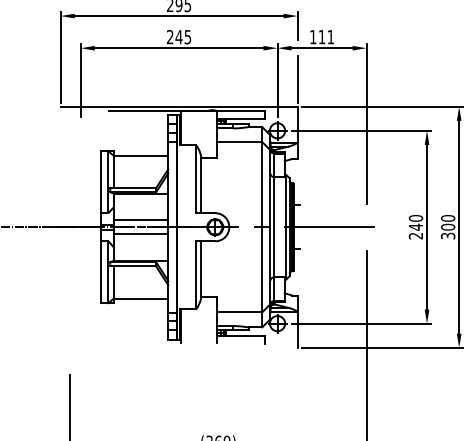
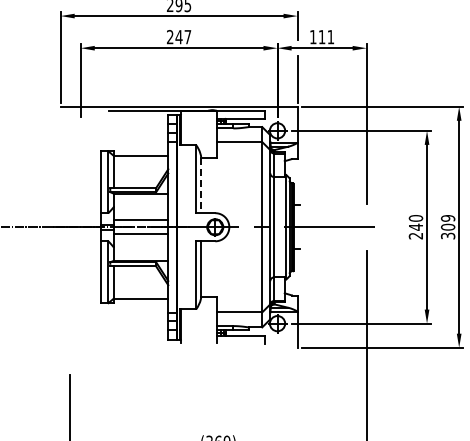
text at (187, 37): 245 -> 247
line at (201, 185): solid -> dashed
text at (448, 218): 300 -> 309
